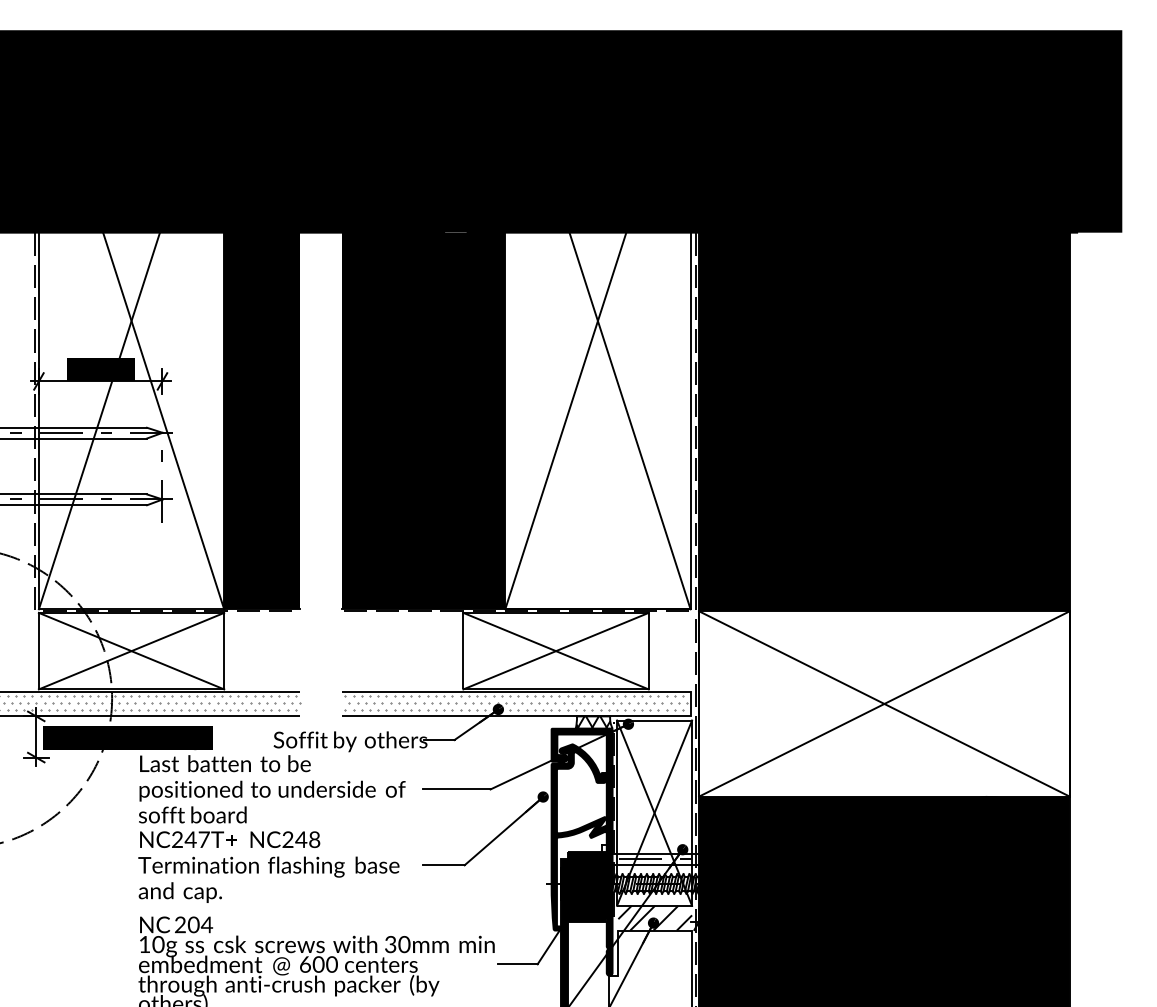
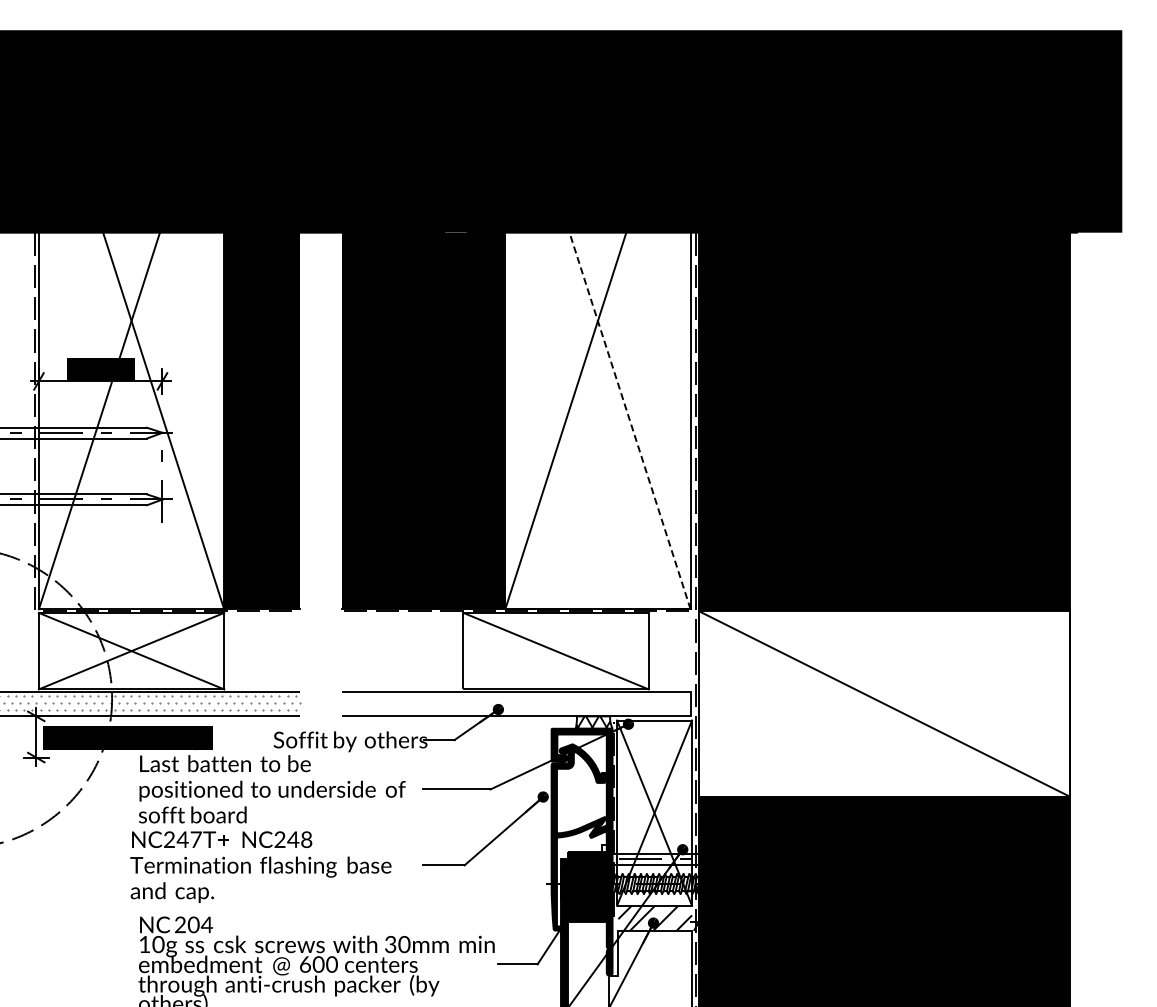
line at (630, 421): solid -> dashed
line at (555, 650): present -> none
hatch at (516, 702): present -> none
line at (884, 703): present -> none
text at (268, 866) position: (268, 866) -> (260, 866)
